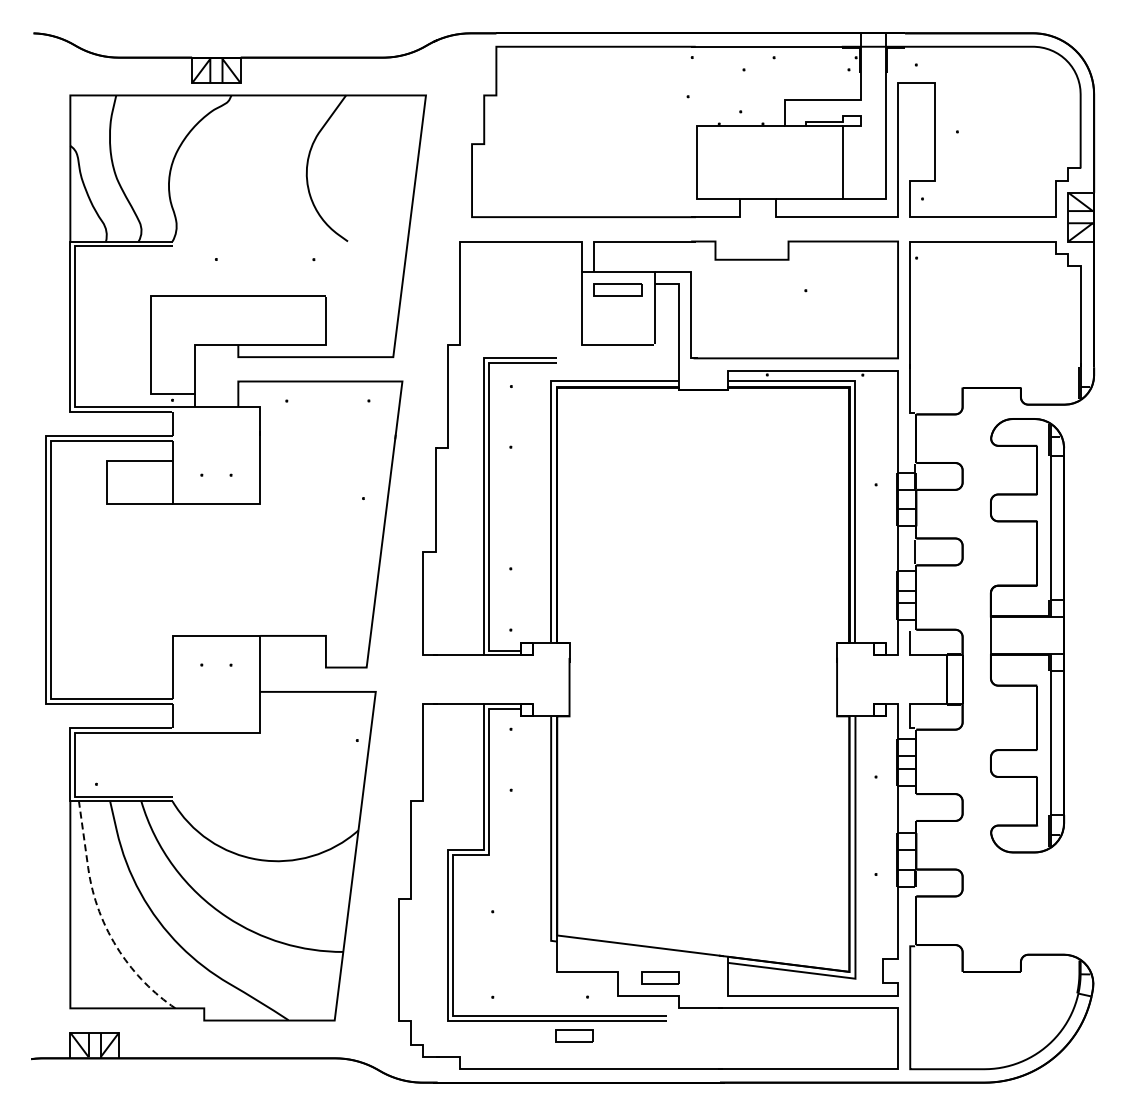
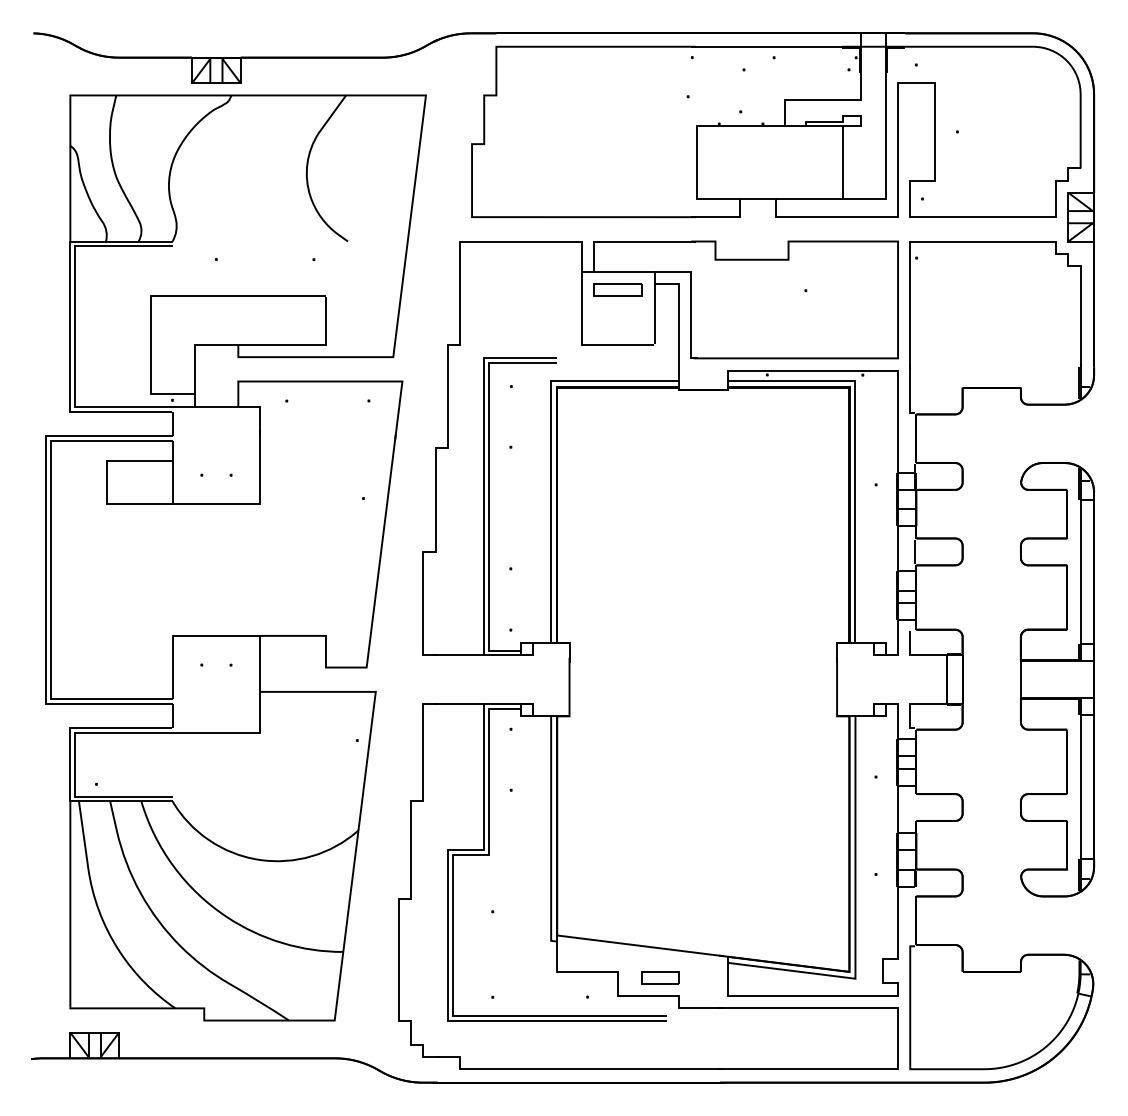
part at (1027, 635) position: (1027, 635) -> (1057, 679)
line at (102, 919): dashed -> solid
curve at (574, 1030): present -> none
